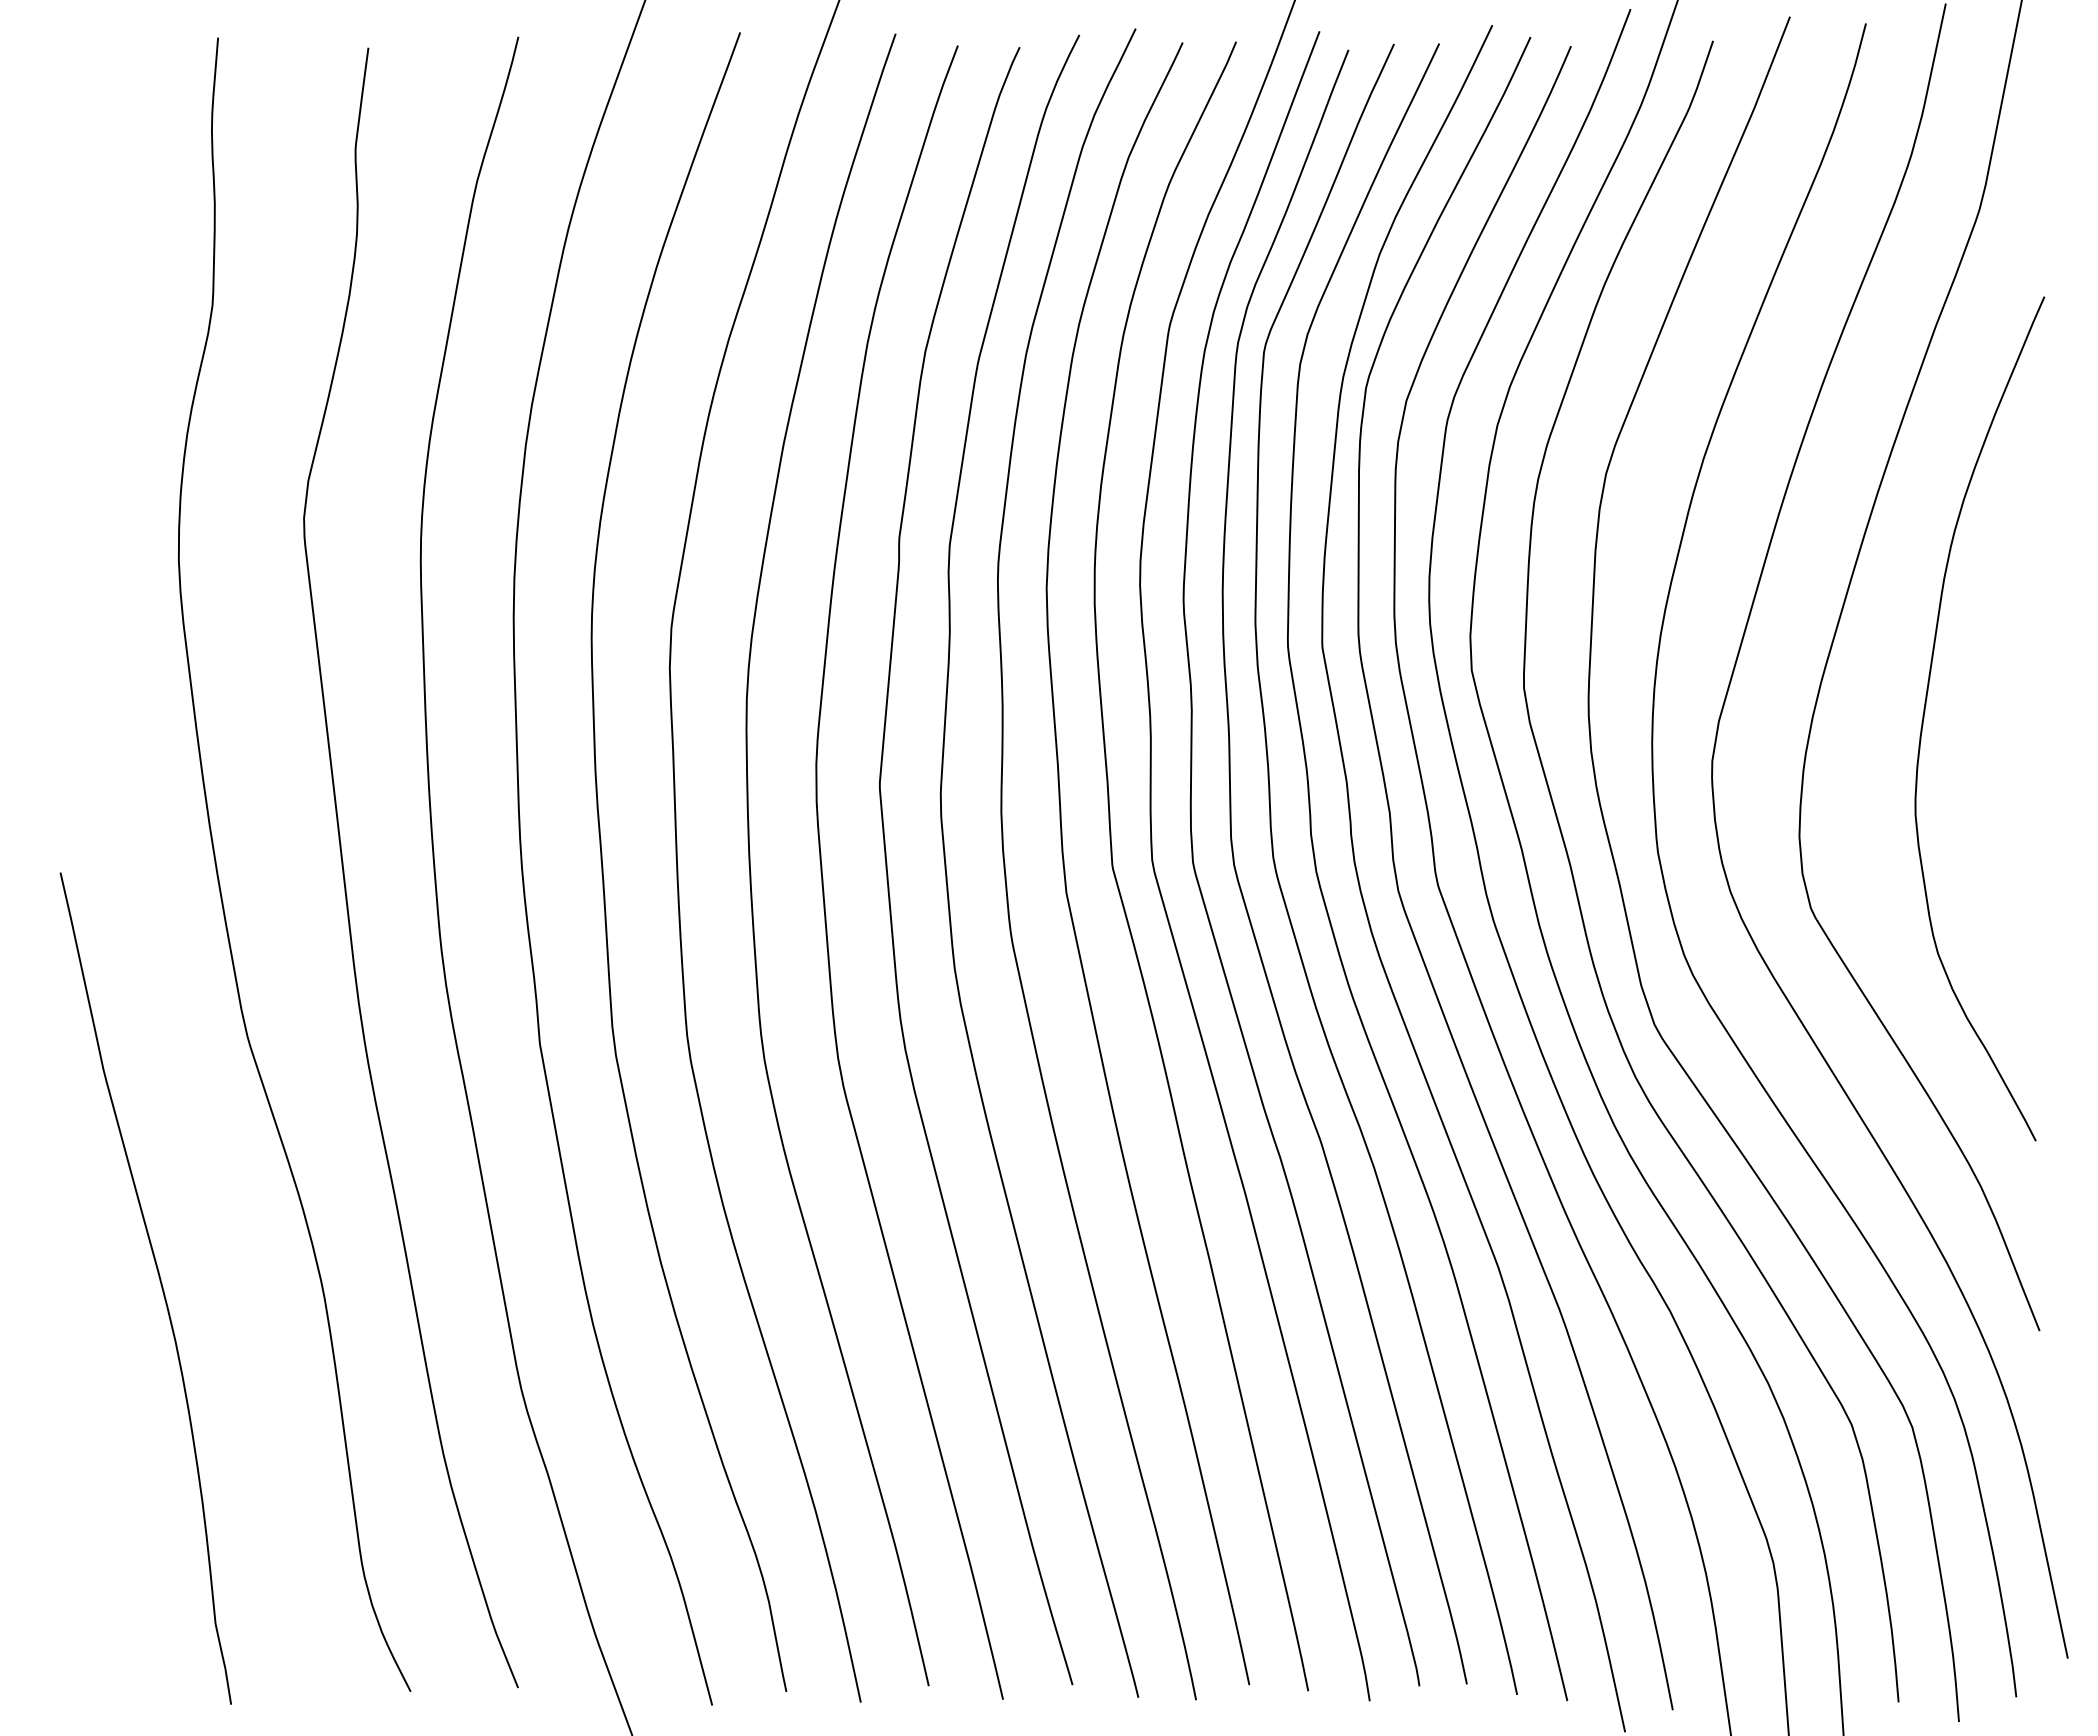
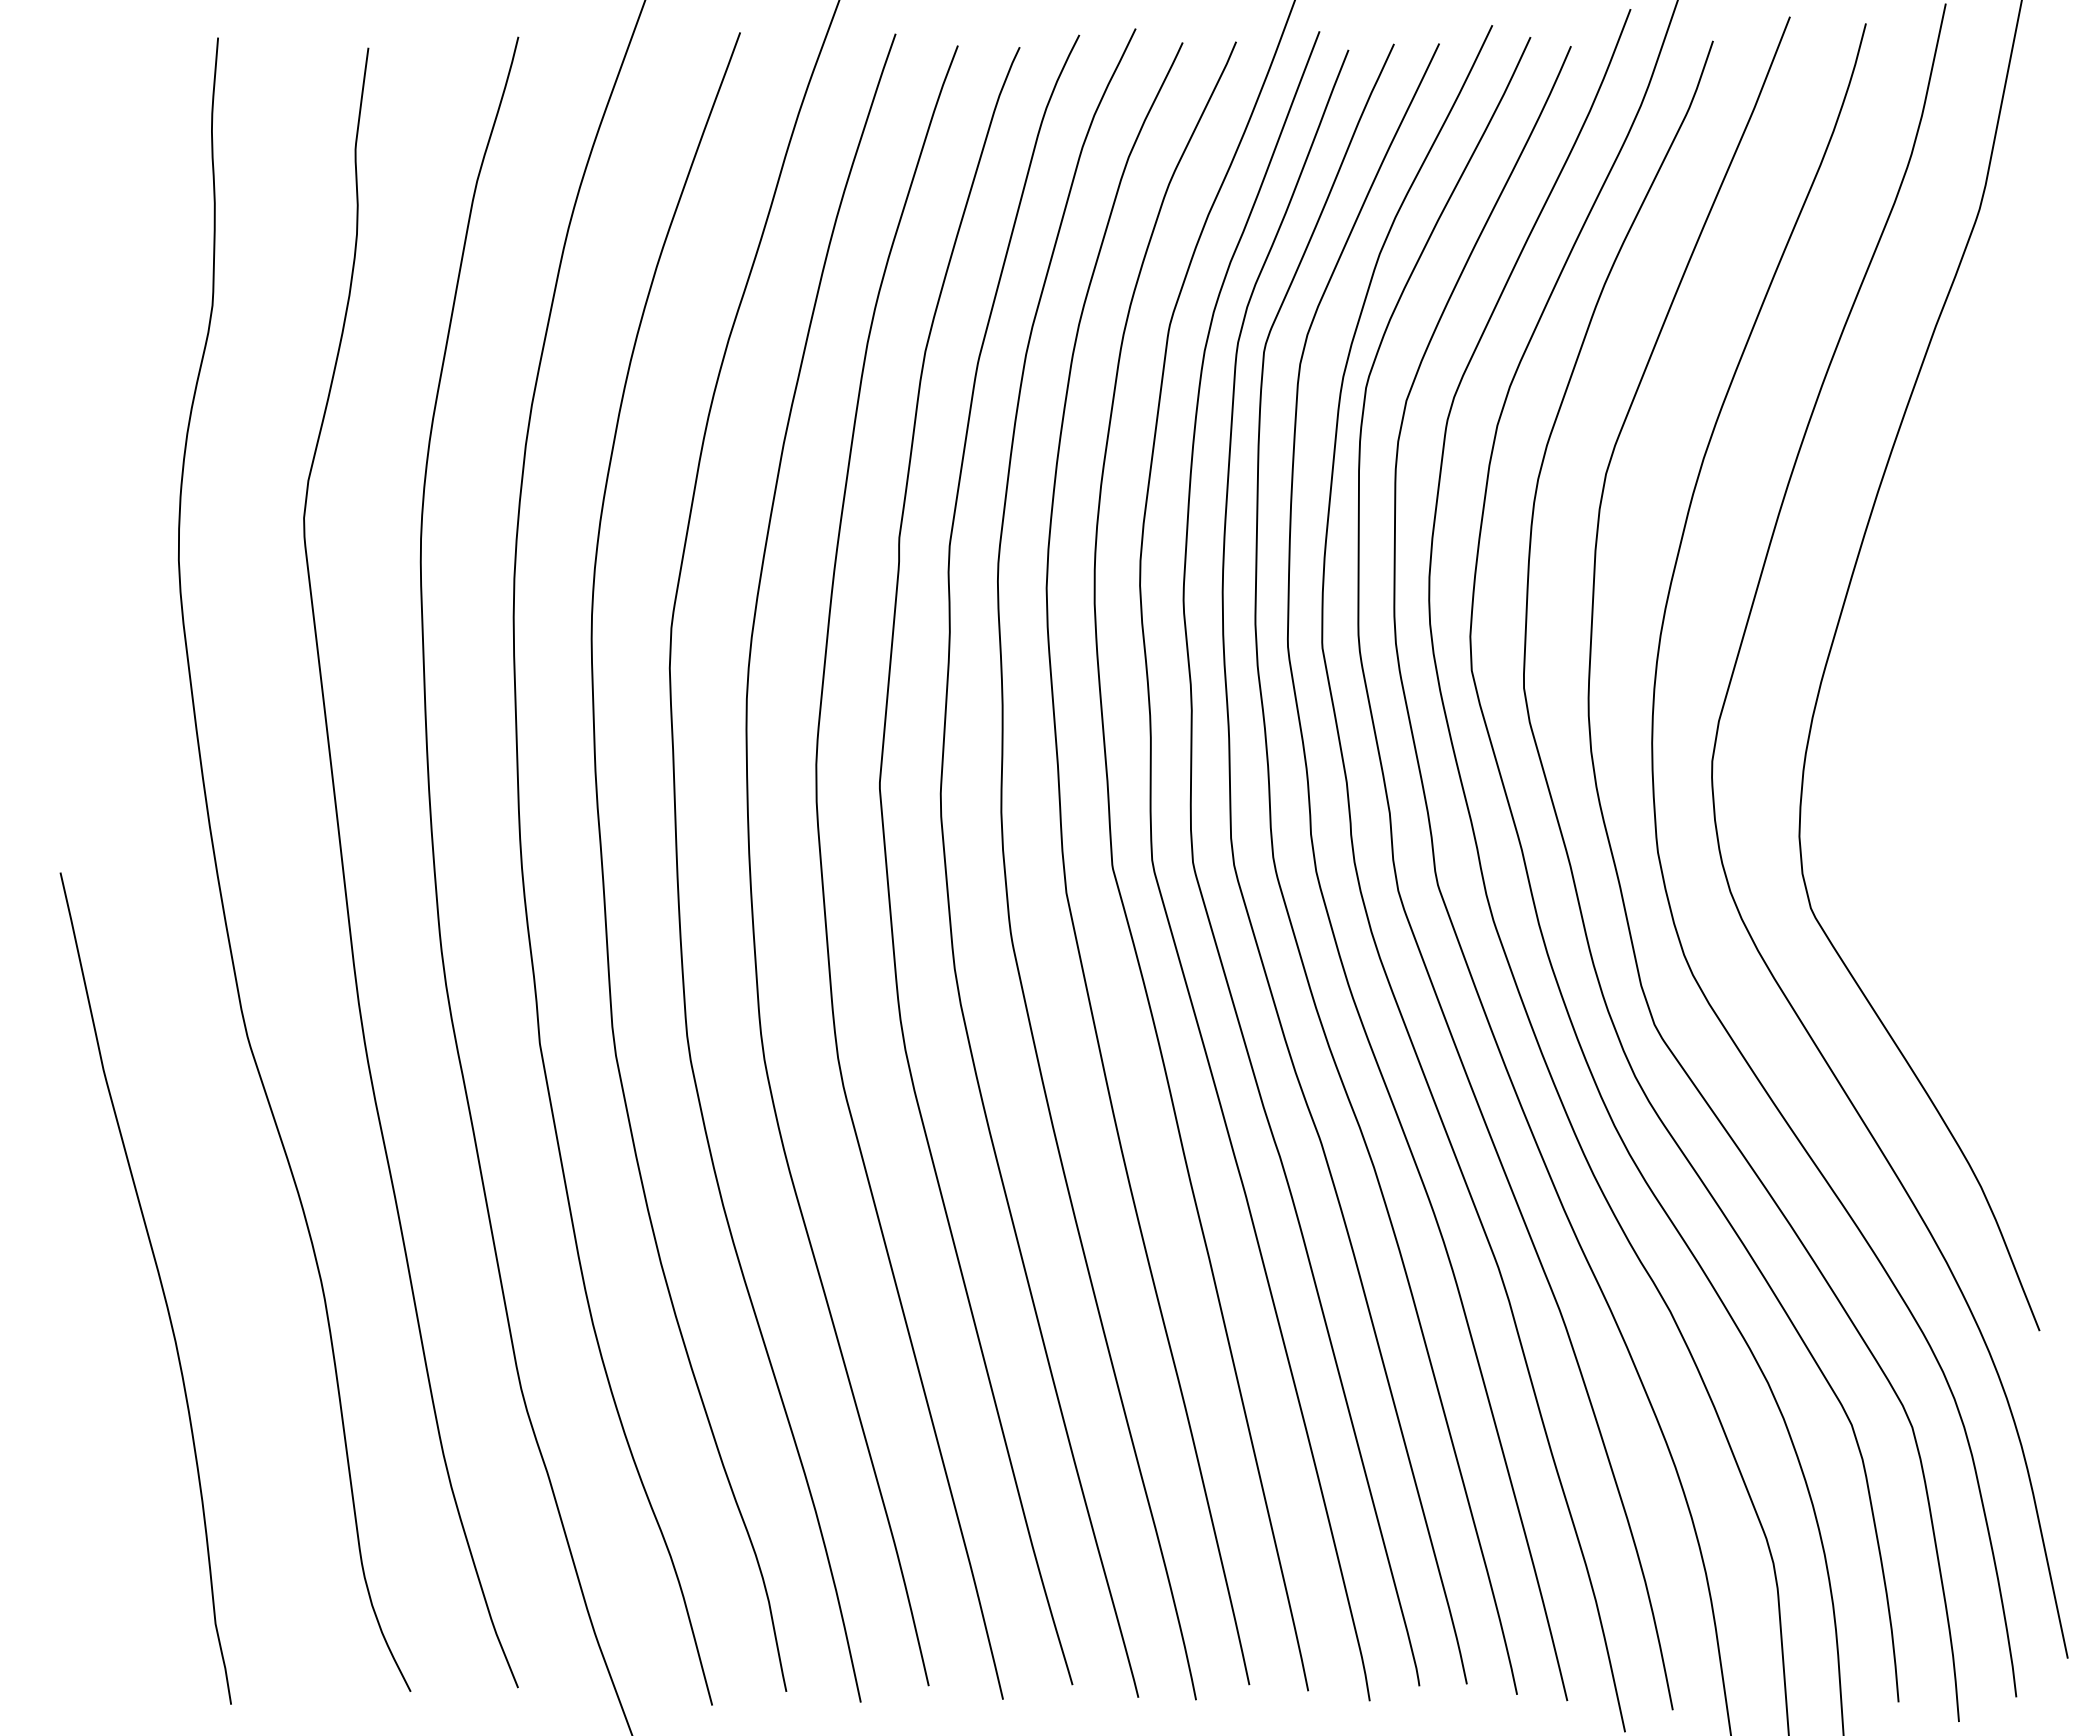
curve at (1925, 712): present -> none
